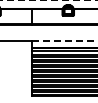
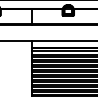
line at (49, 0): dashed -> solid
line at (64, 40): dashed -> solid
